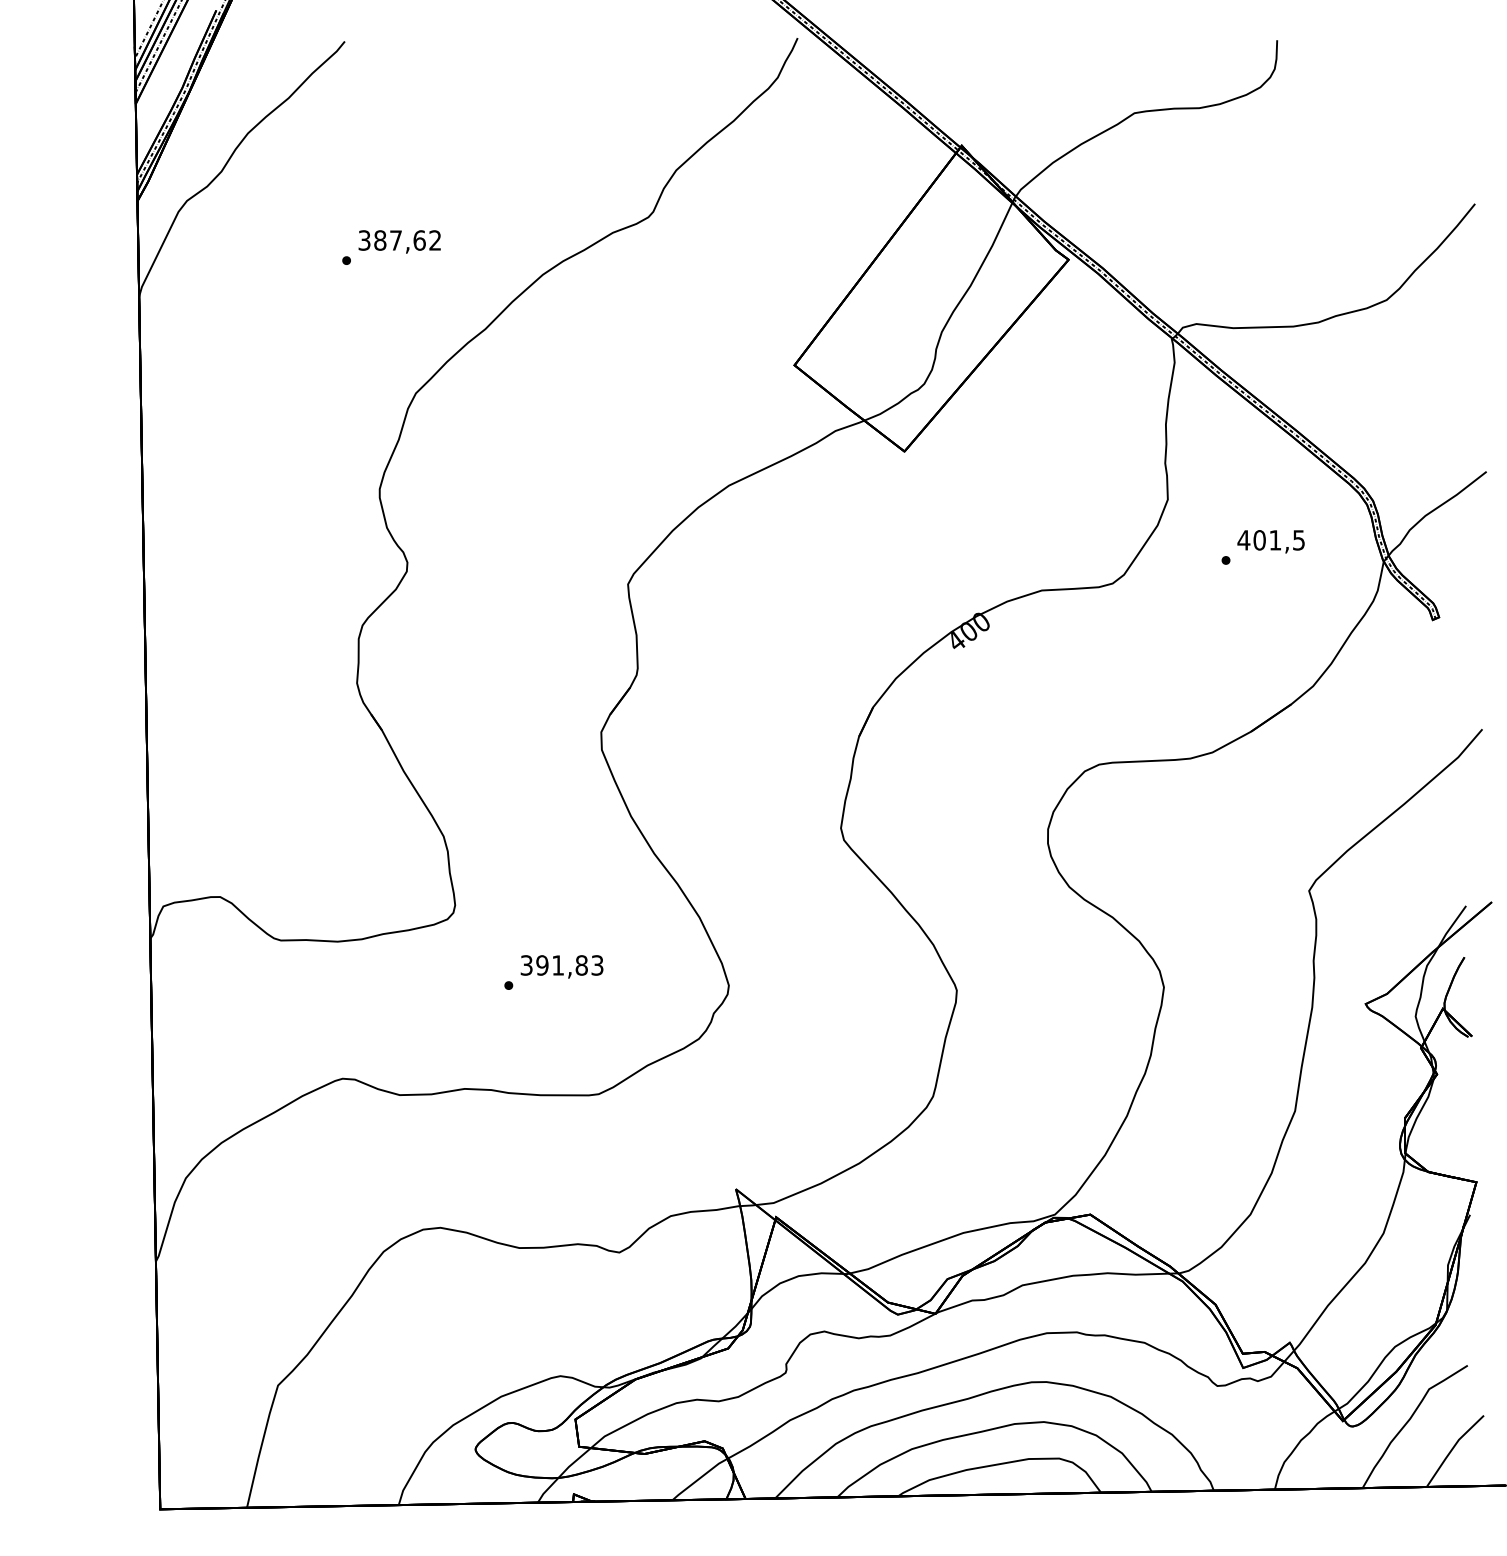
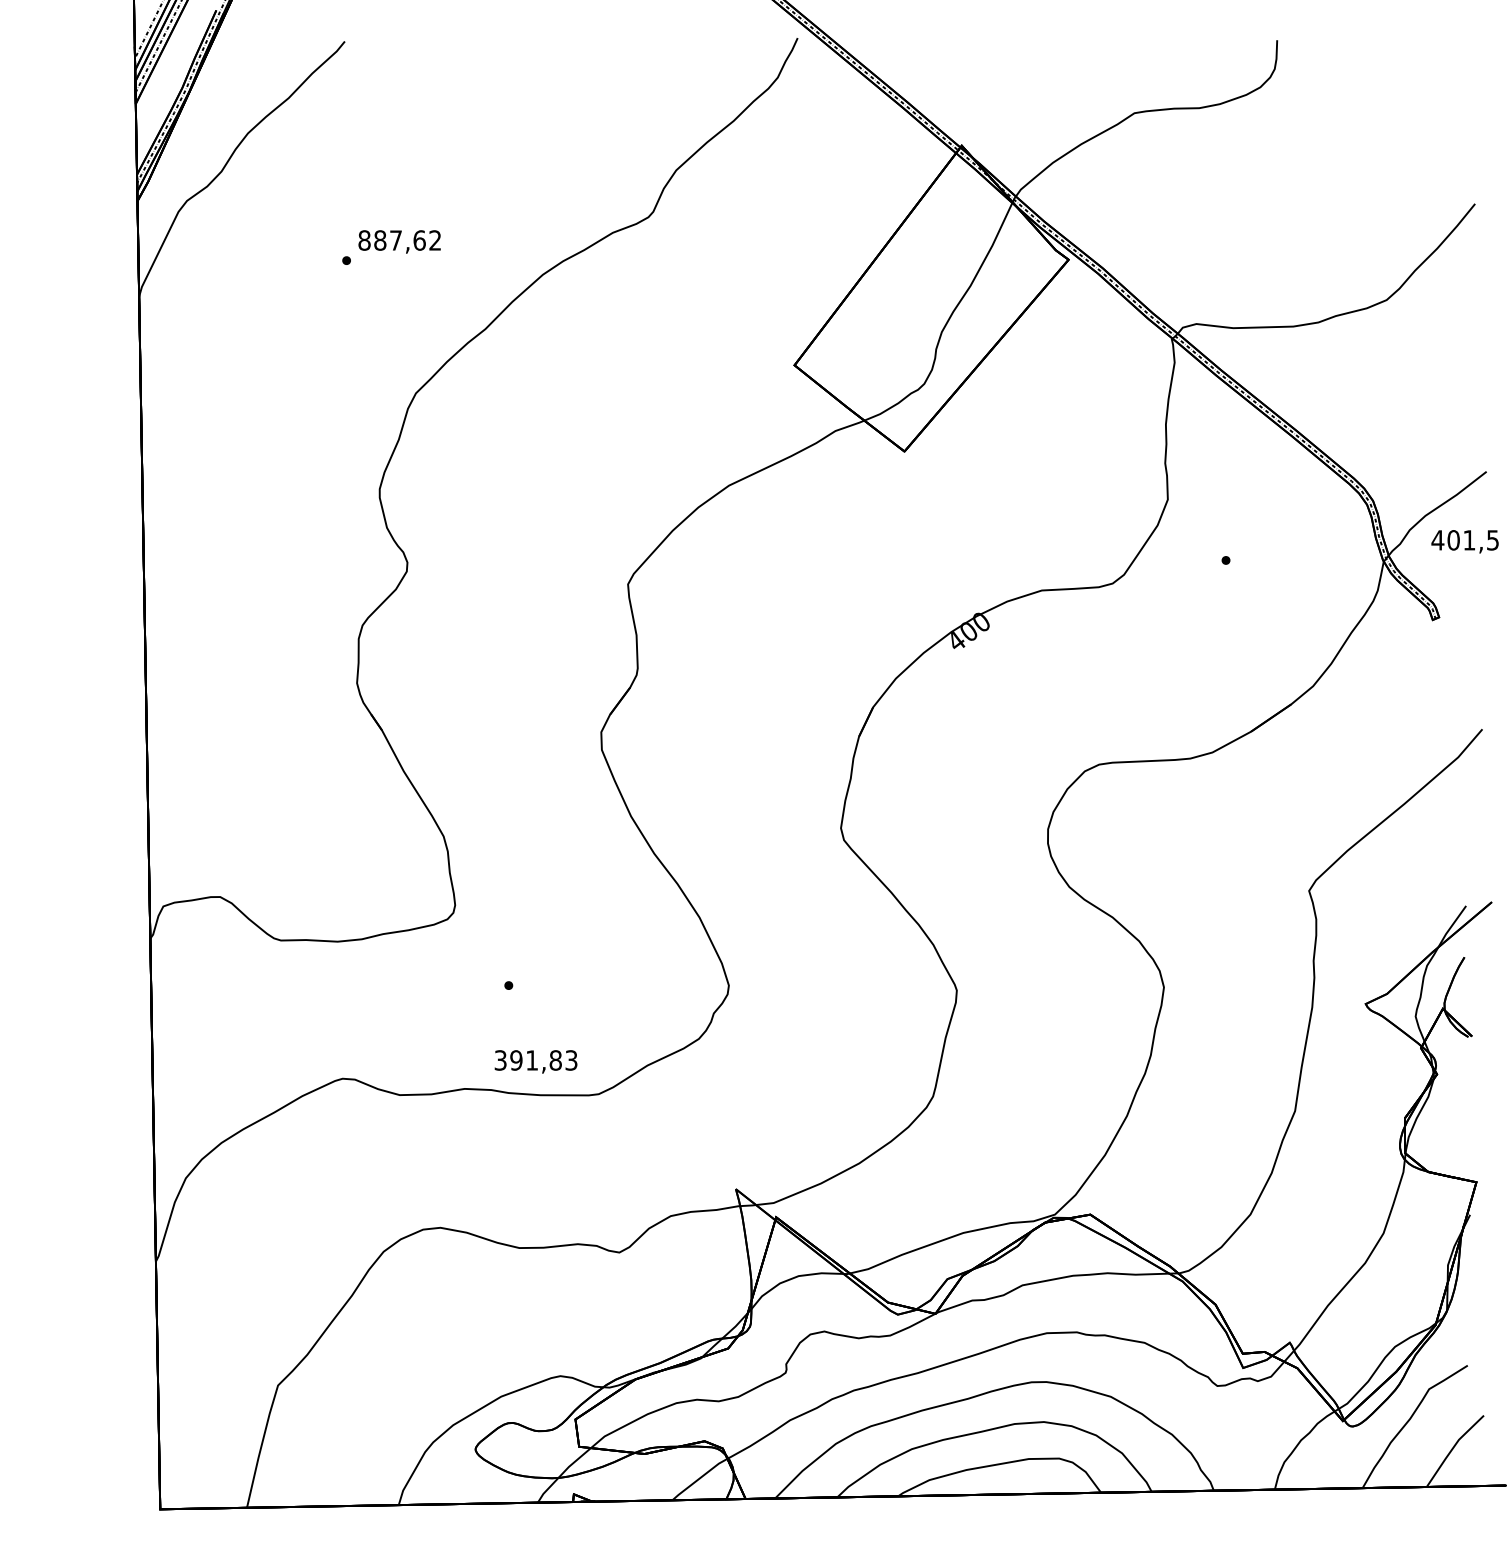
text at (364, 240): 387,62 -> 887,62
text at (1270, 541) position: (1270, 541) -> (1464, 541)
text at (561, 966) position: (561, 966) -> (535, 1061)
